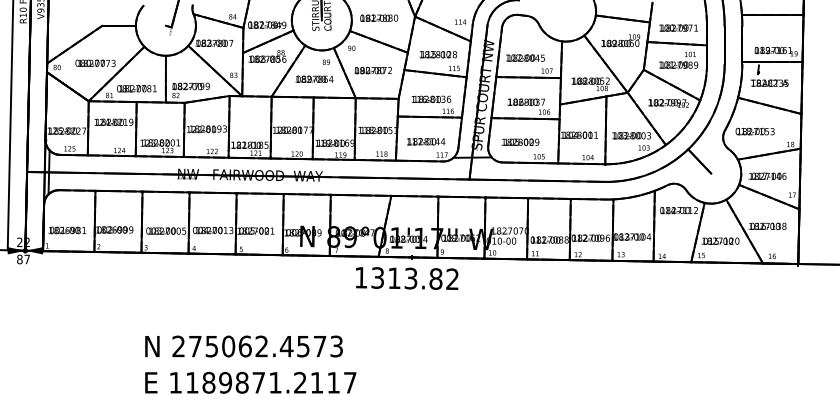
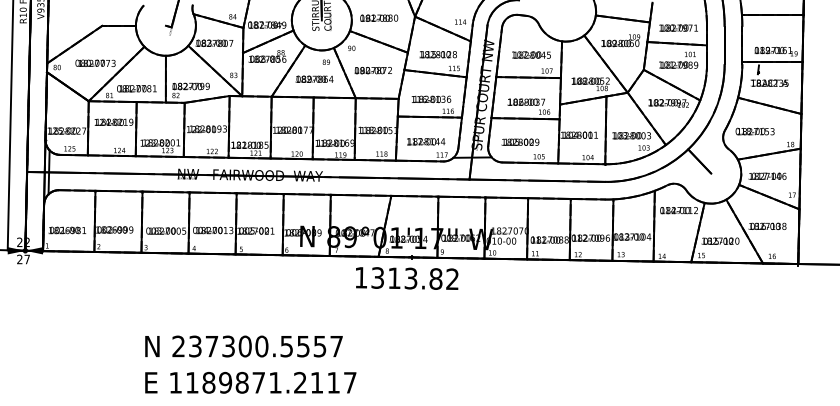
text at (525, 57) position: (525, 57) -> (531, 54)
text at (19, 259): 87 -> 27
text at (265, 346): 275062.4573 -> 237300.5557
